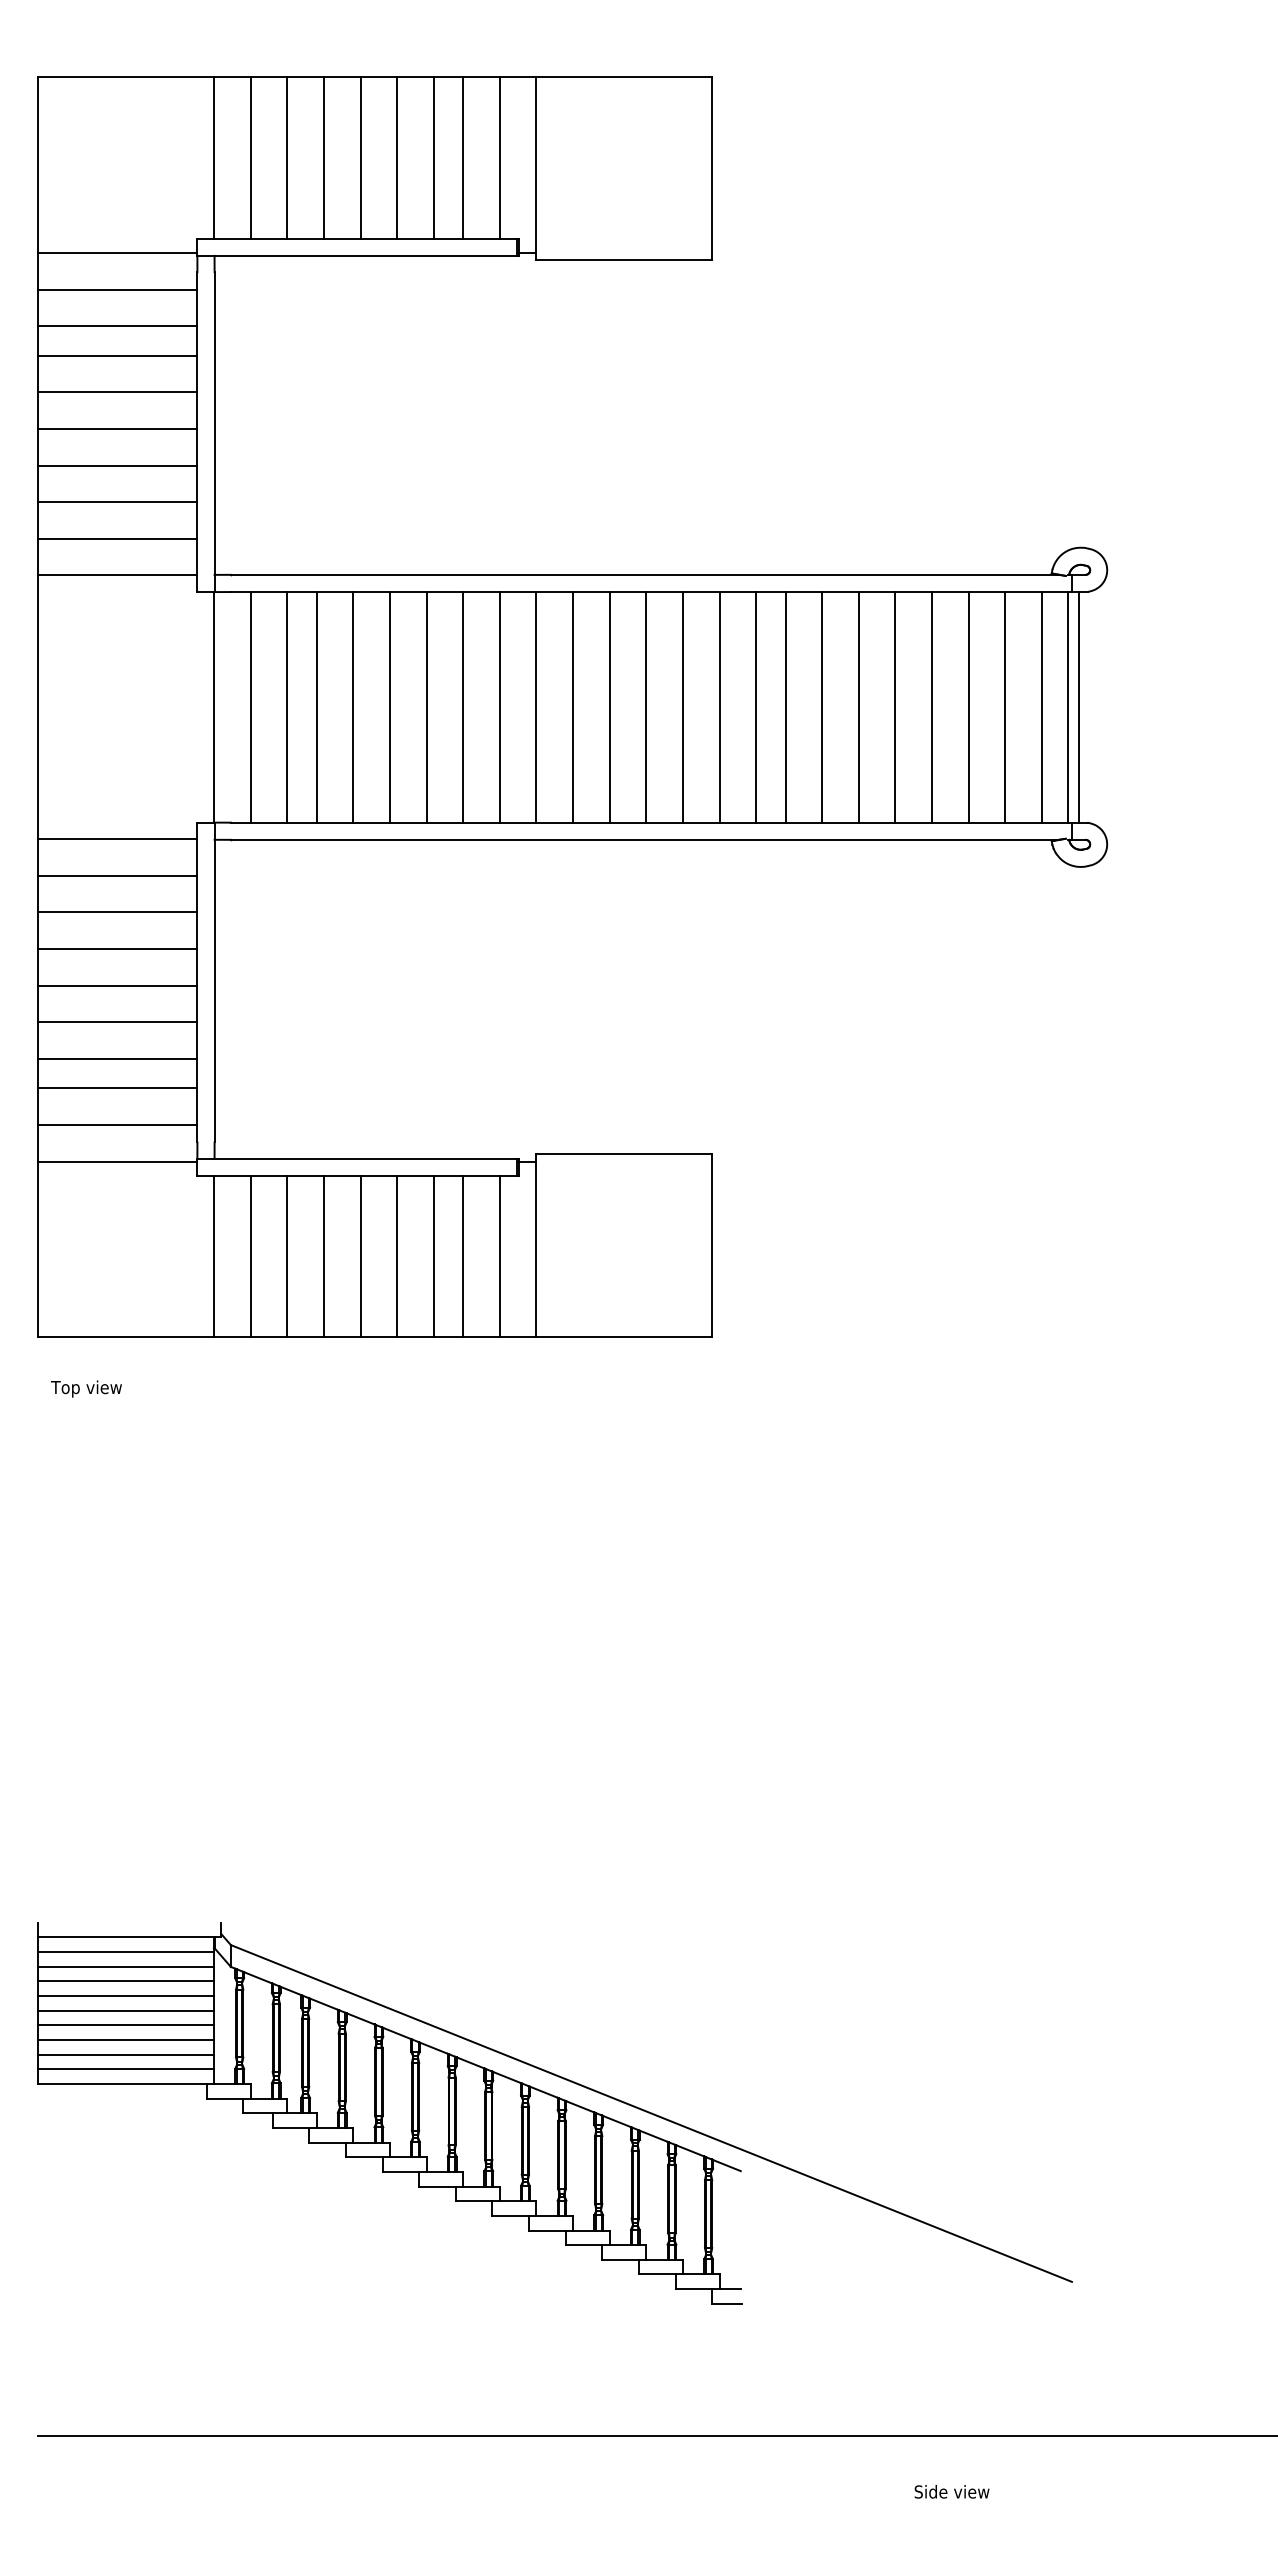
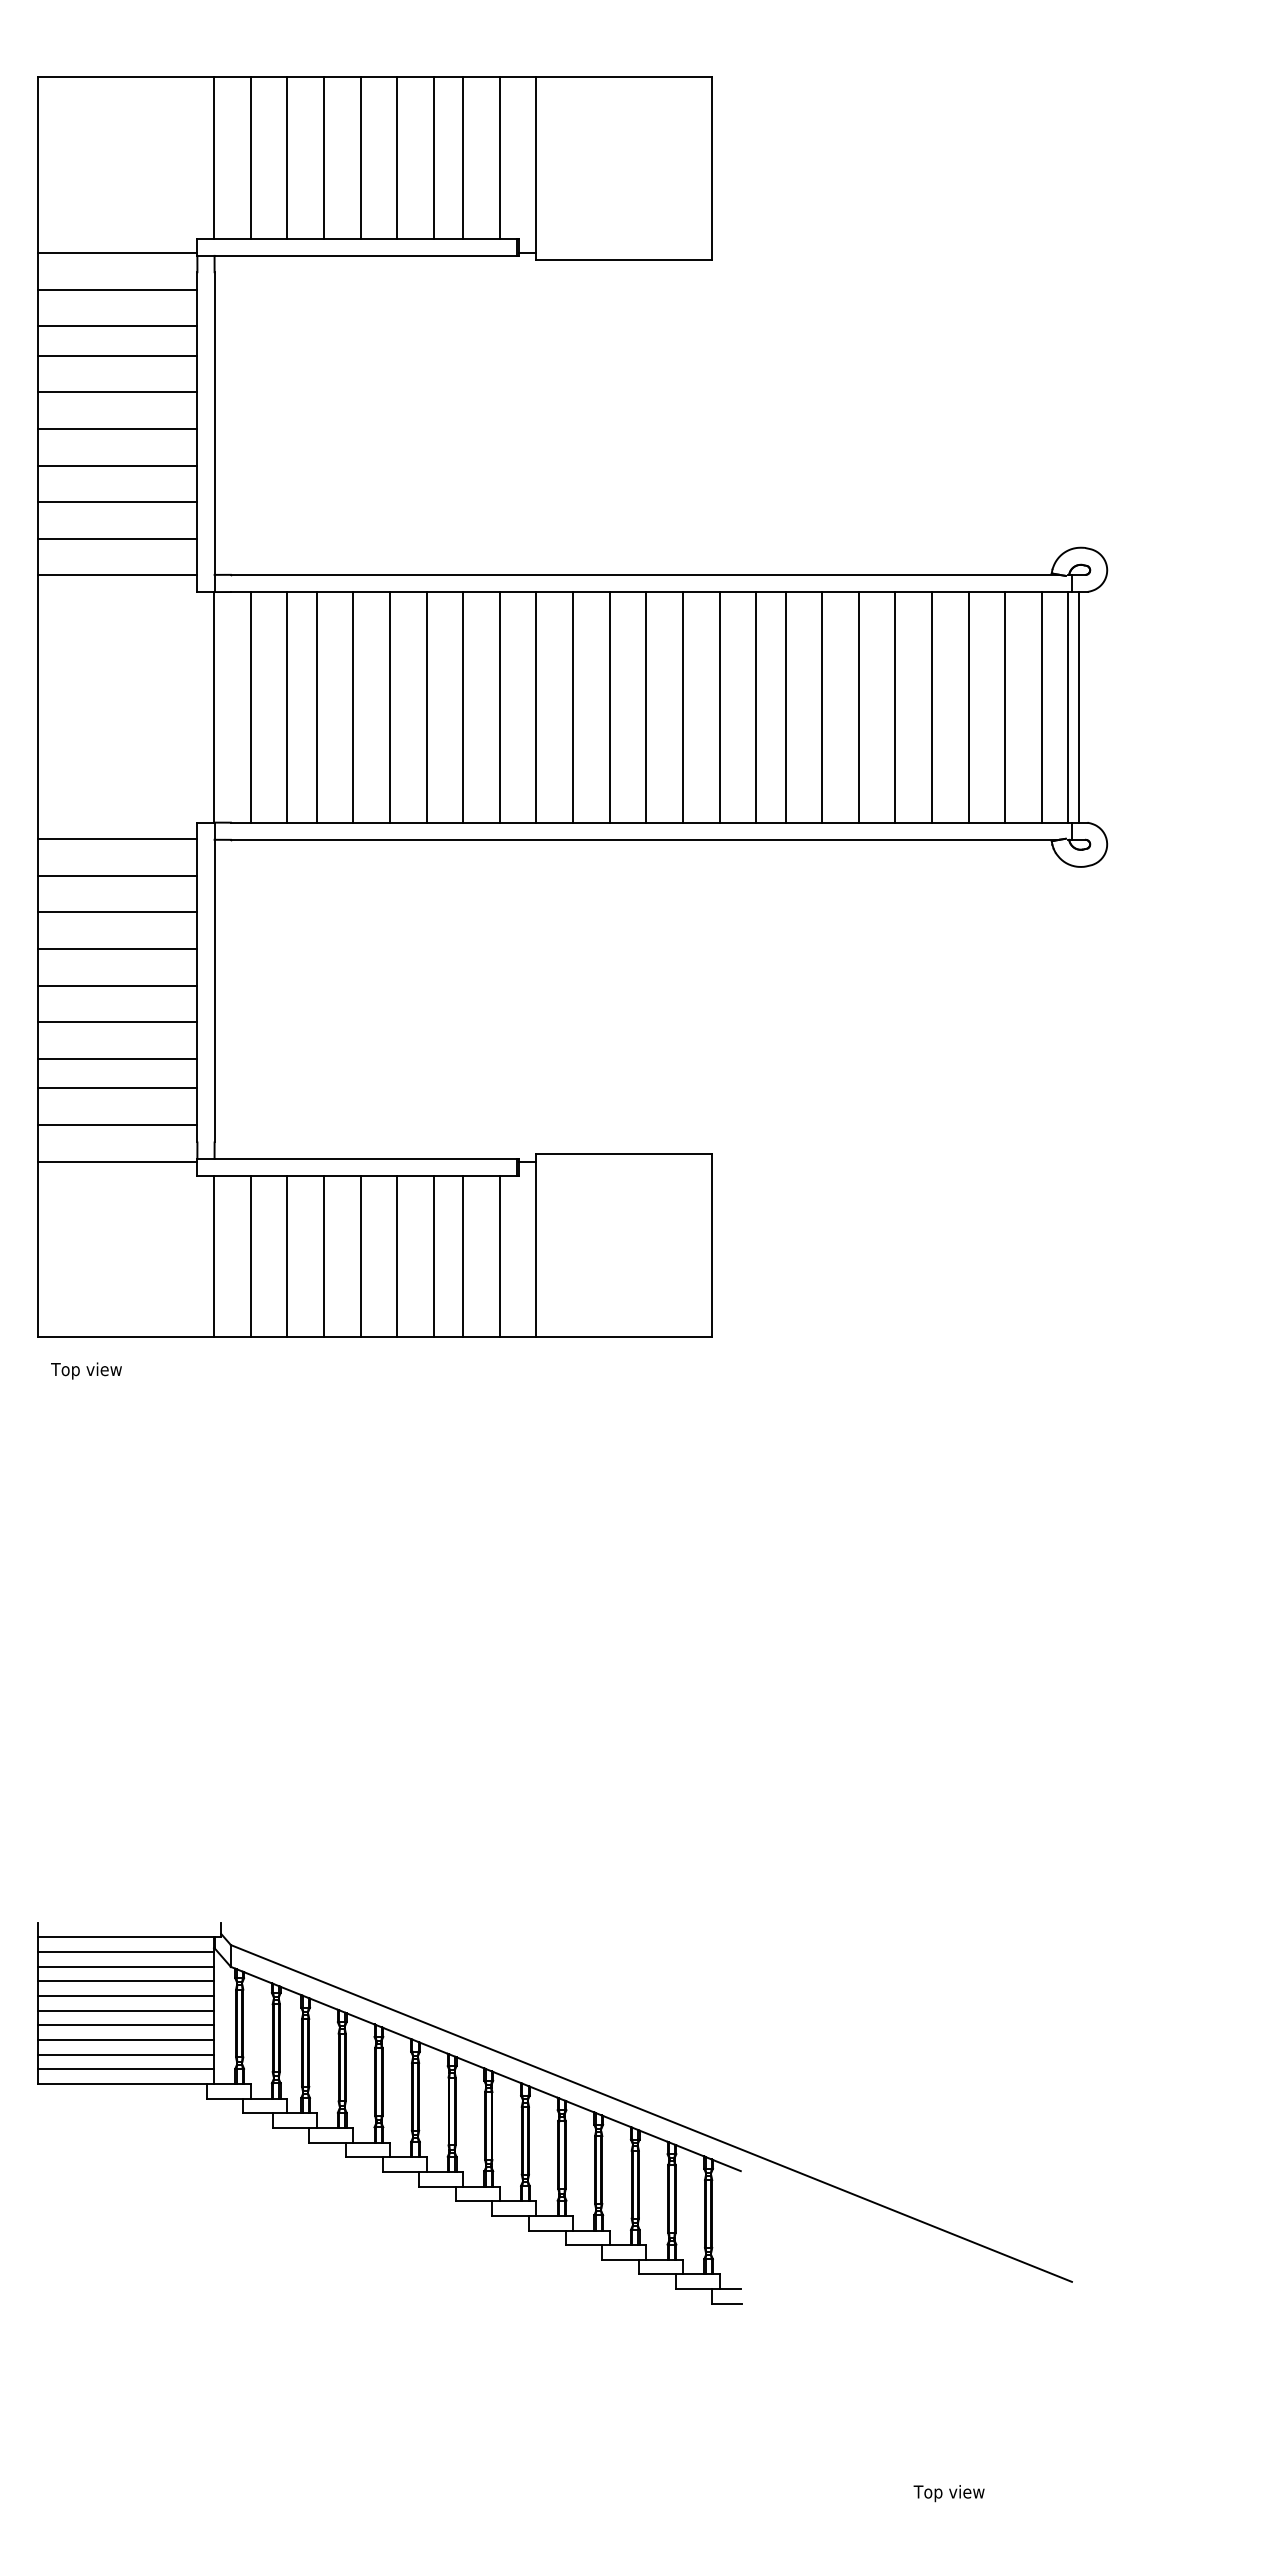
text at (86, 1388) position: (86, 1388) -> (86, 1370)
line at (656, 2435): present -> none
text at (951, 2493): Side view -> Top view
